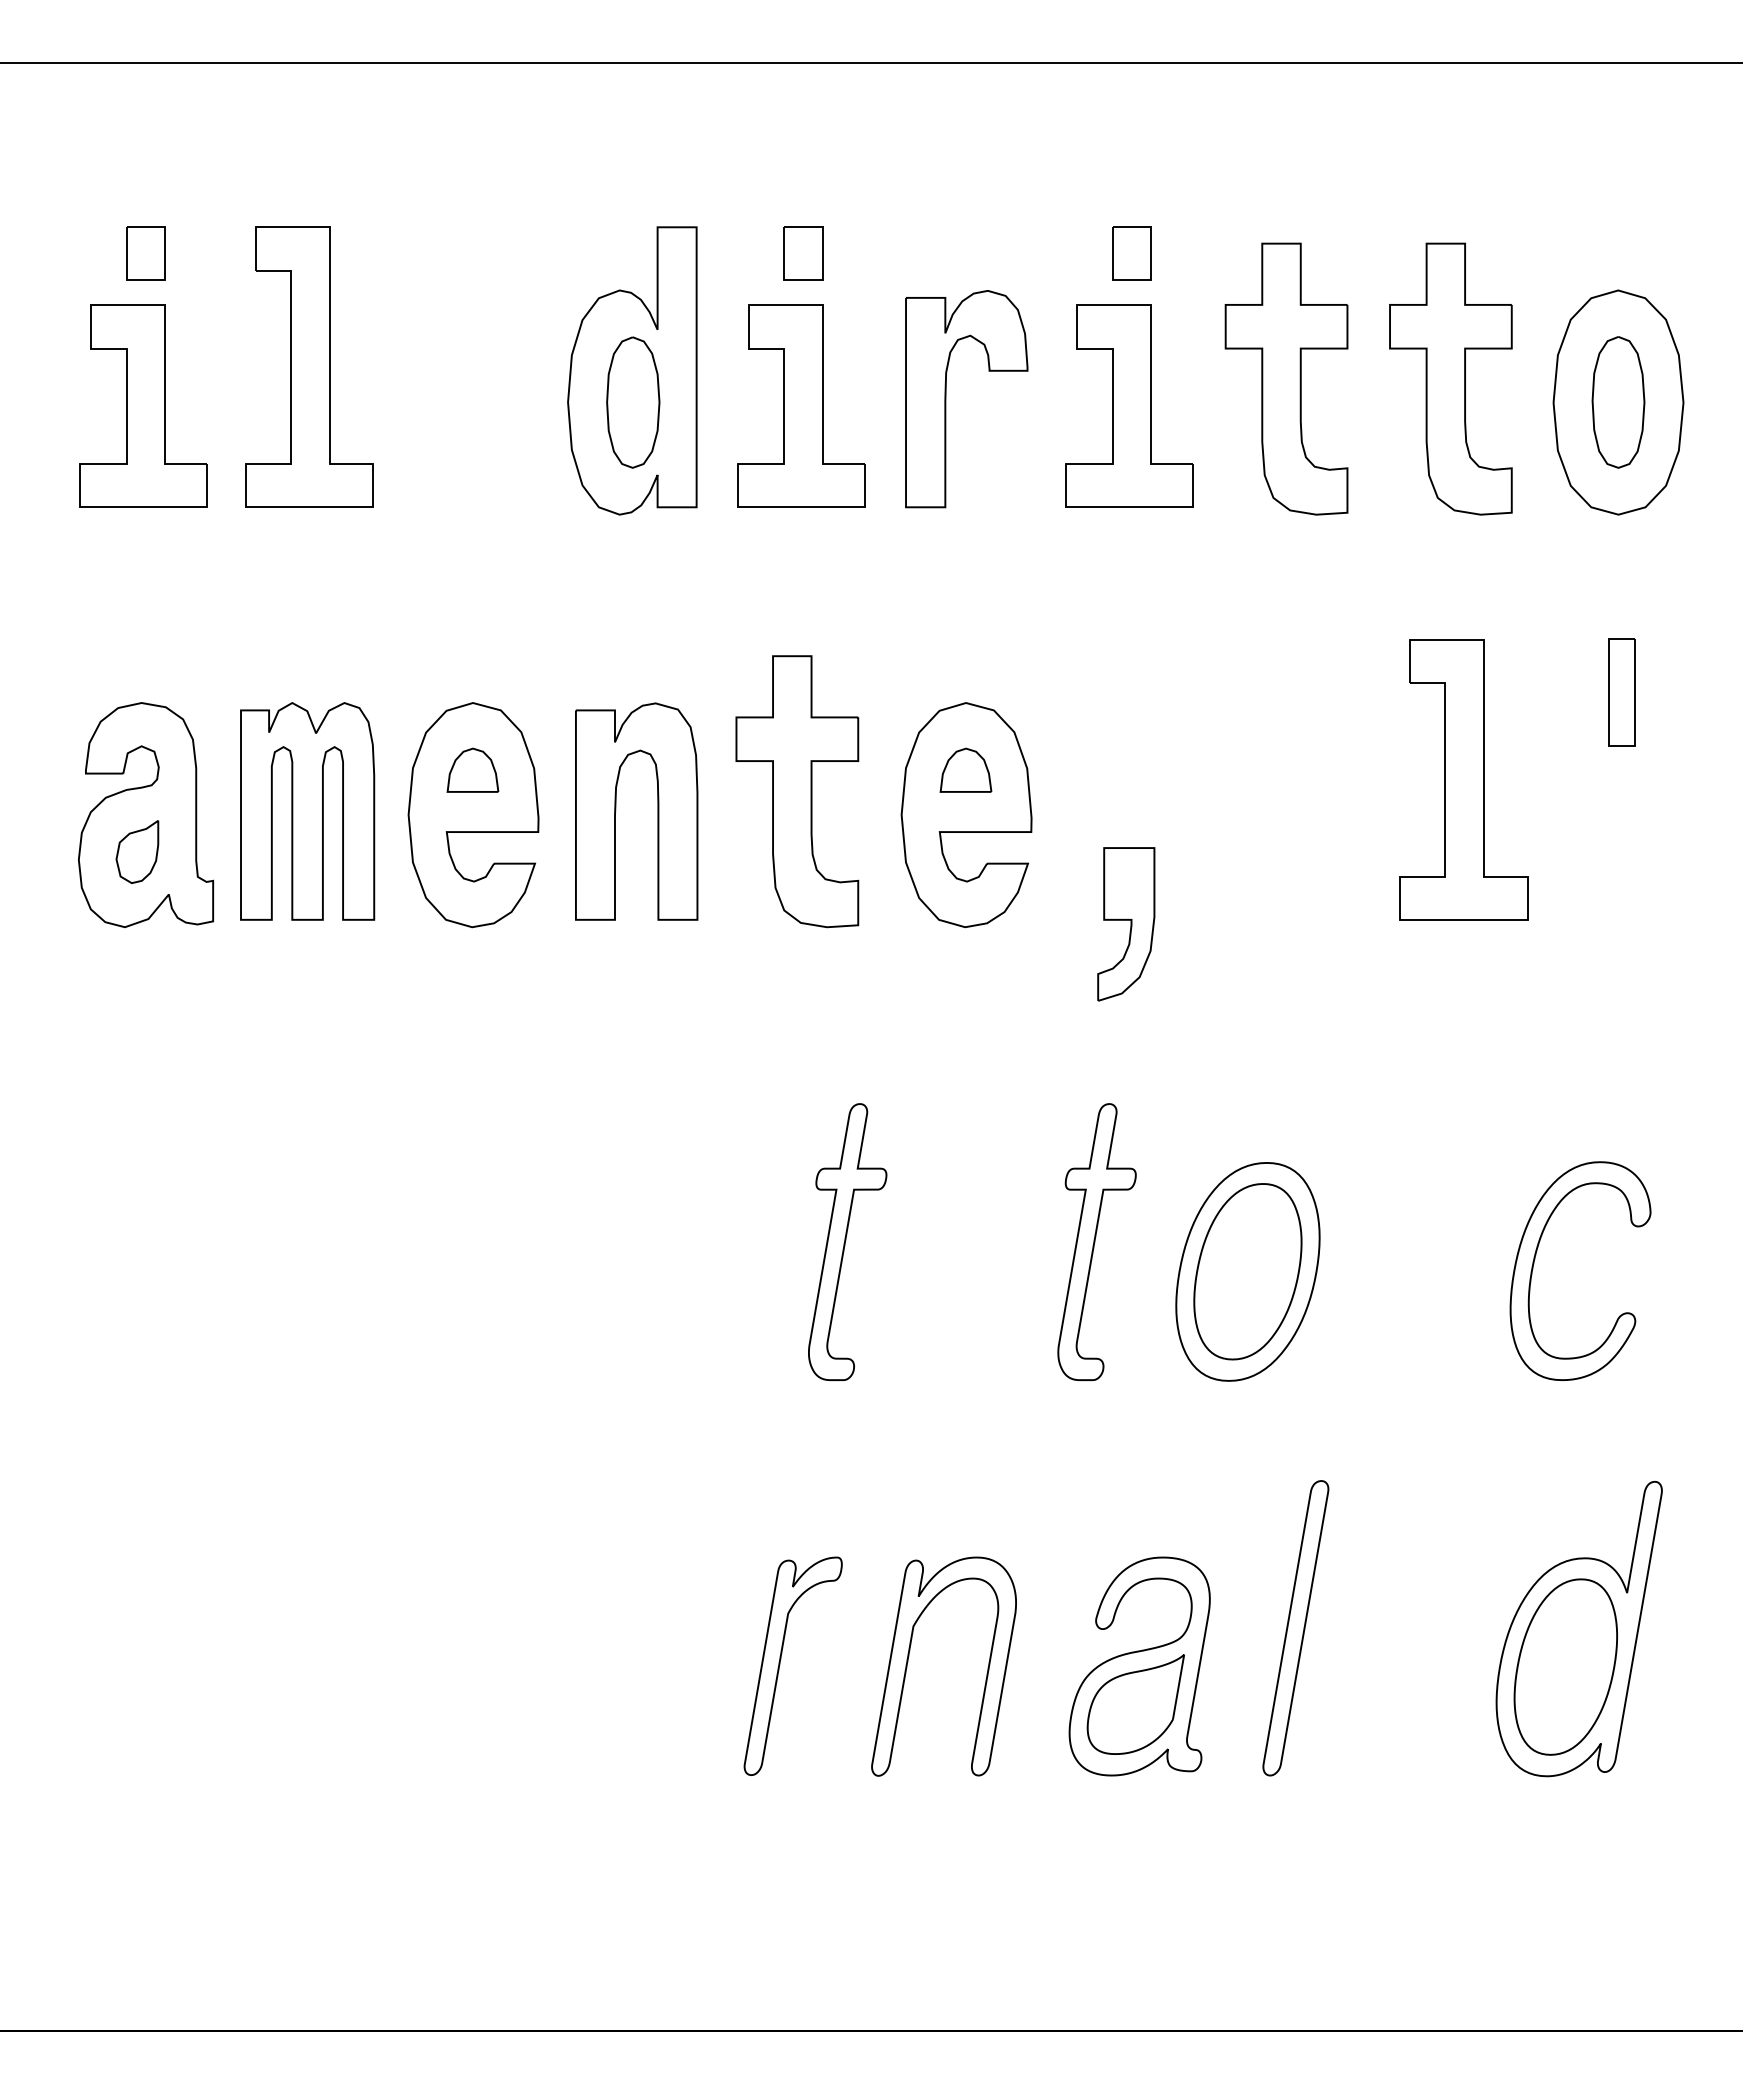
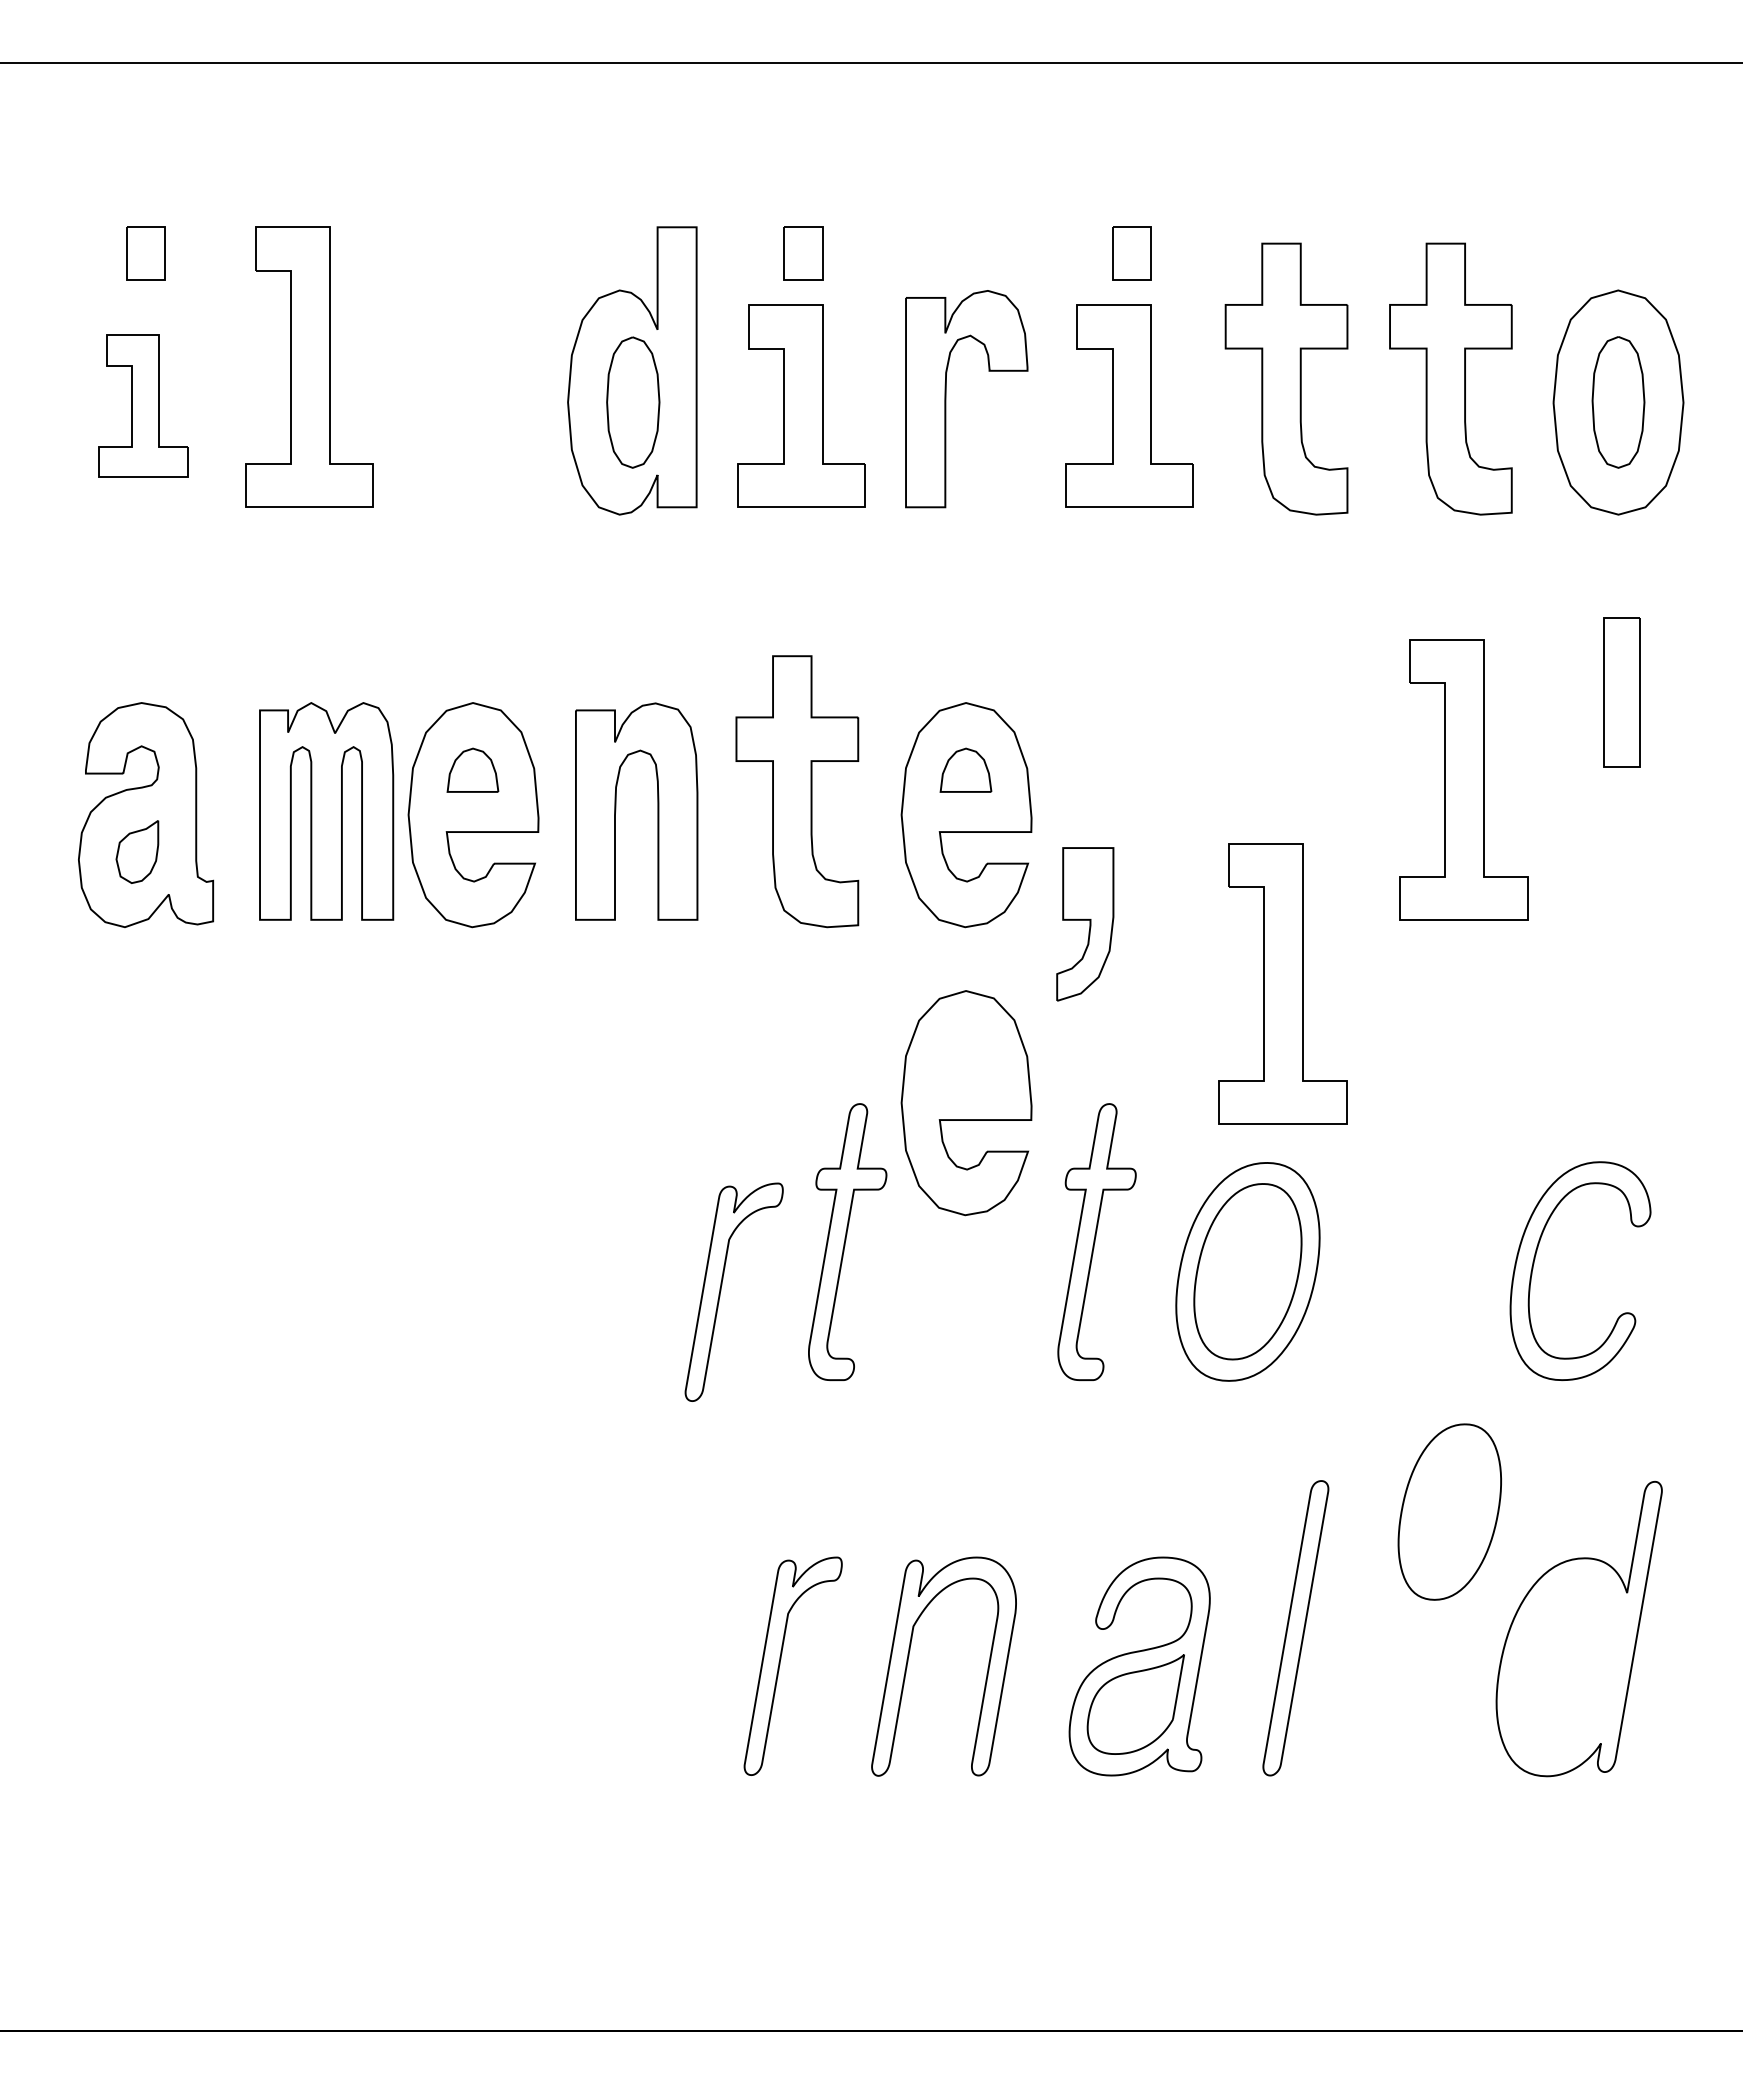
part at (143, 405) size: 129x204 px -> 91x144 px
part at (1621, 692) size: 28x109 px -> 38x151 px
part at (307, 811) position: (307, 811) -> (326, 811)
part at (1126, 924) position: (1126, 924) -> (1085, 924)
part at (1282, 983): none -> present
part at (966, 1103): none -> present
part at (721, 1291): none -> present
part at (1565, 1666) position: (1565, 1666) -> (1449, 1511)
